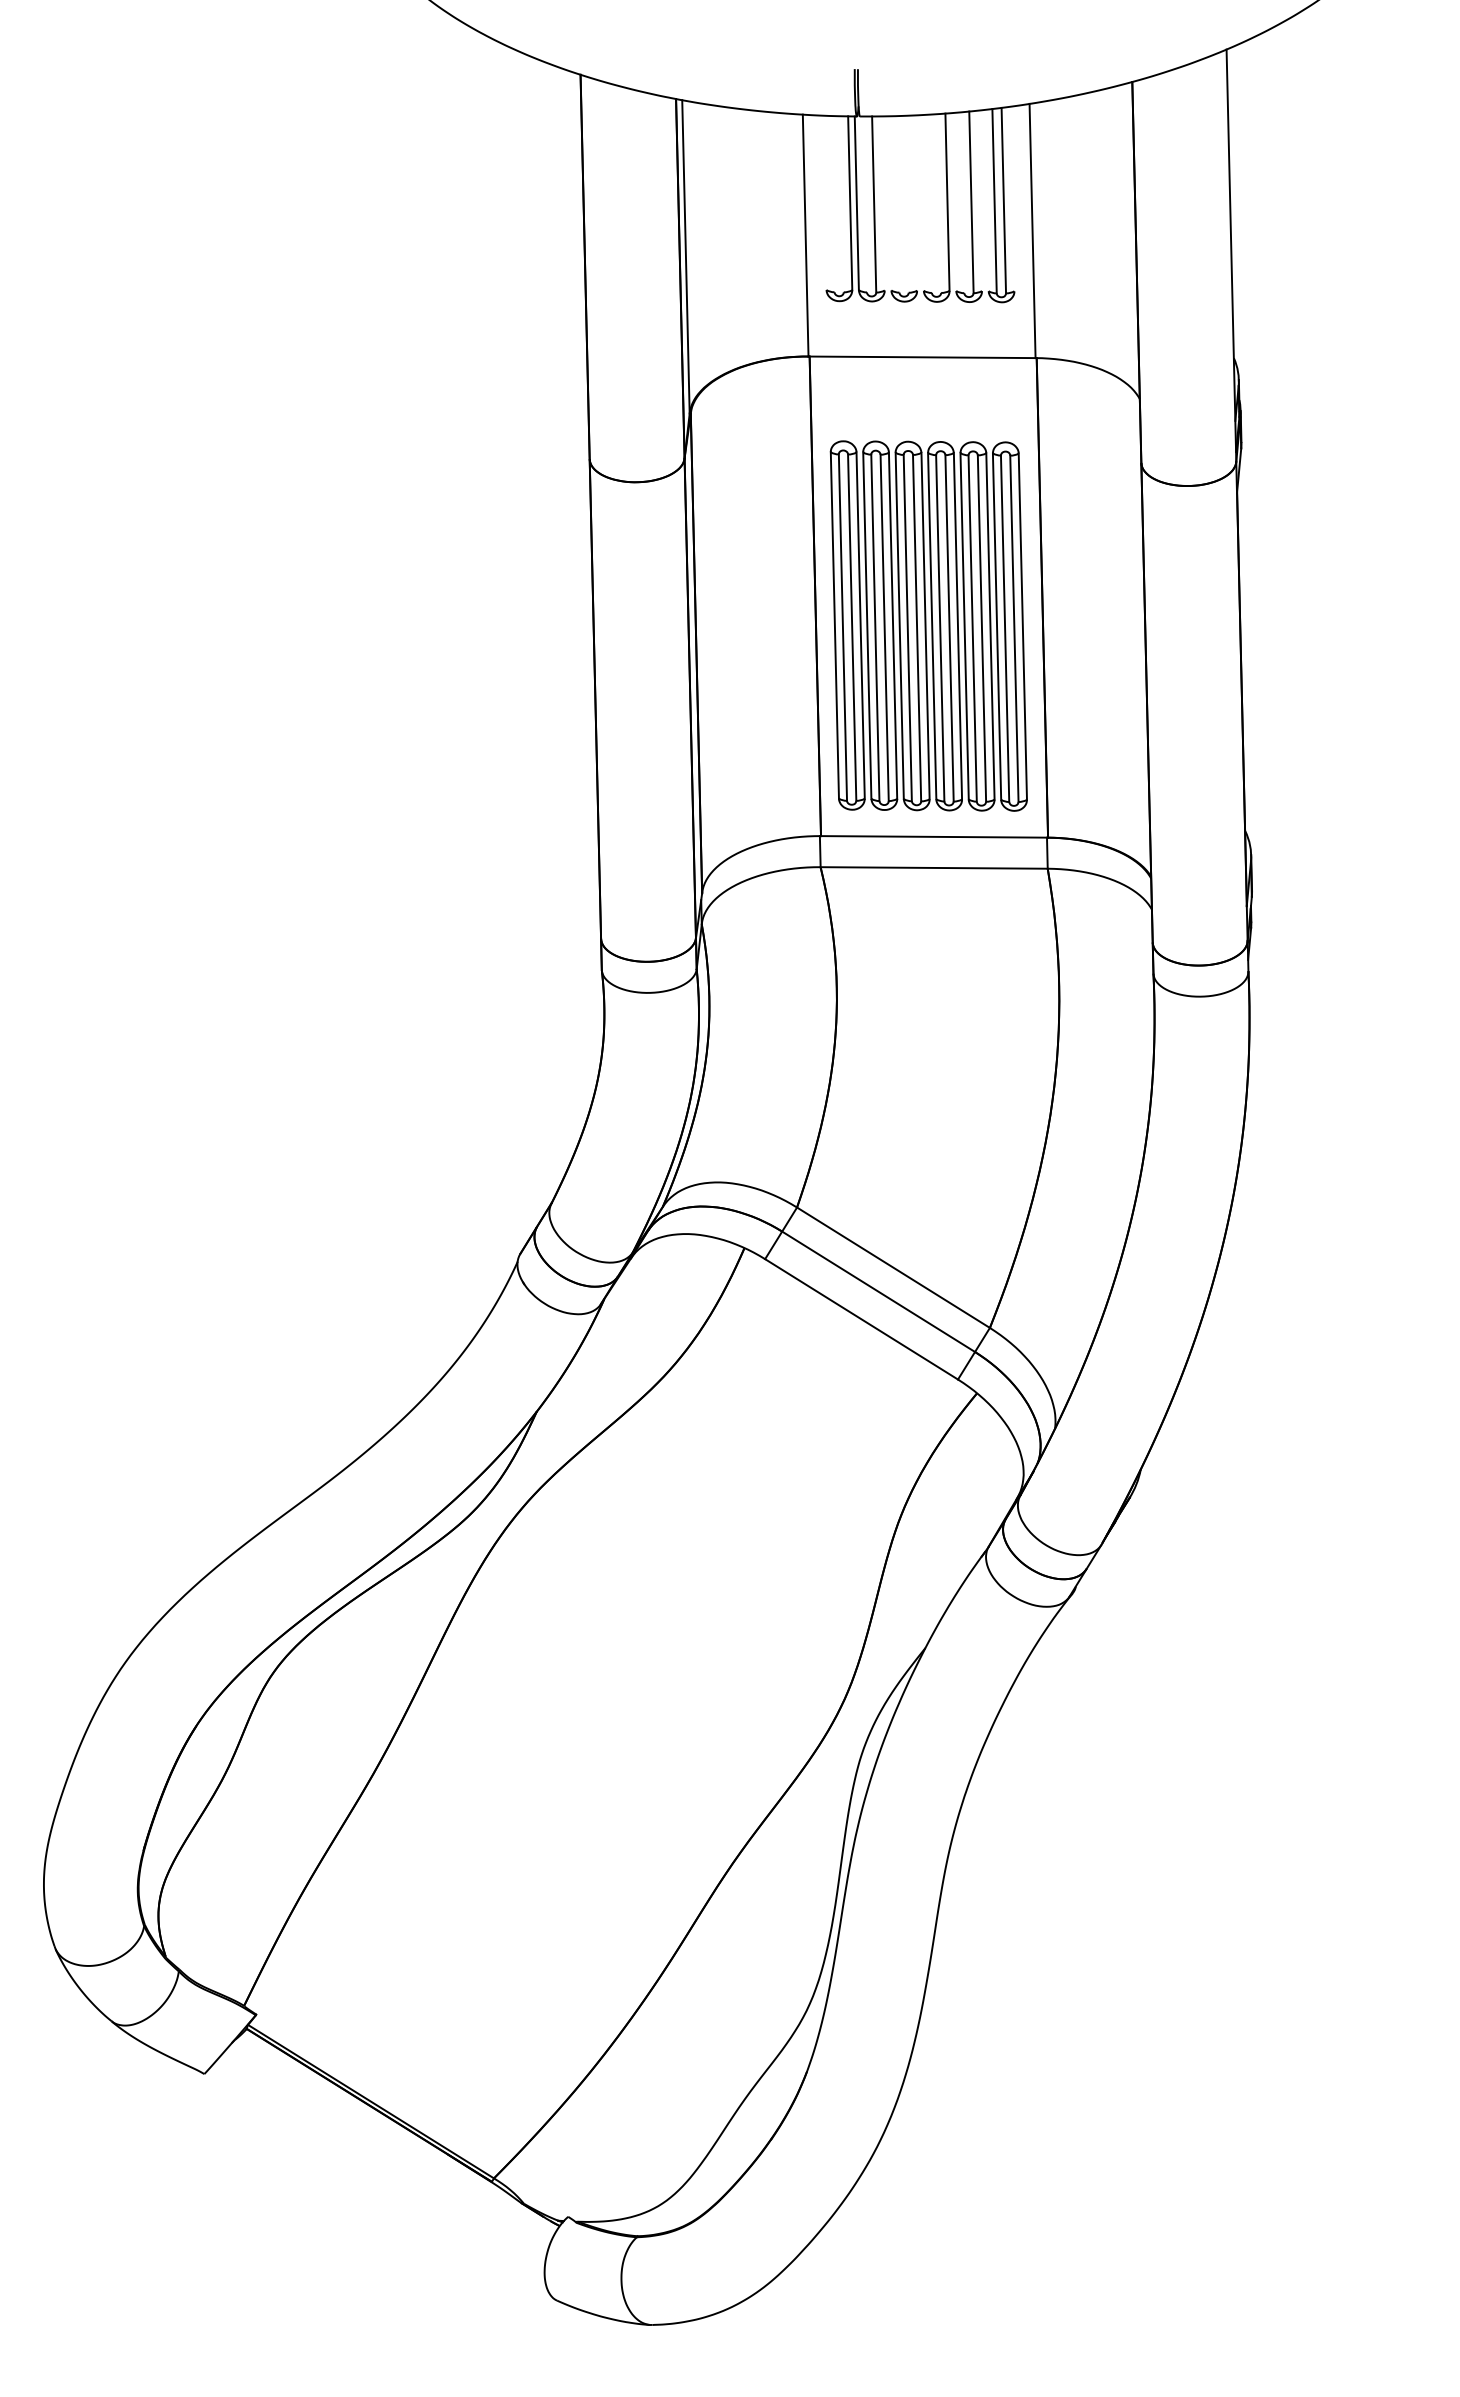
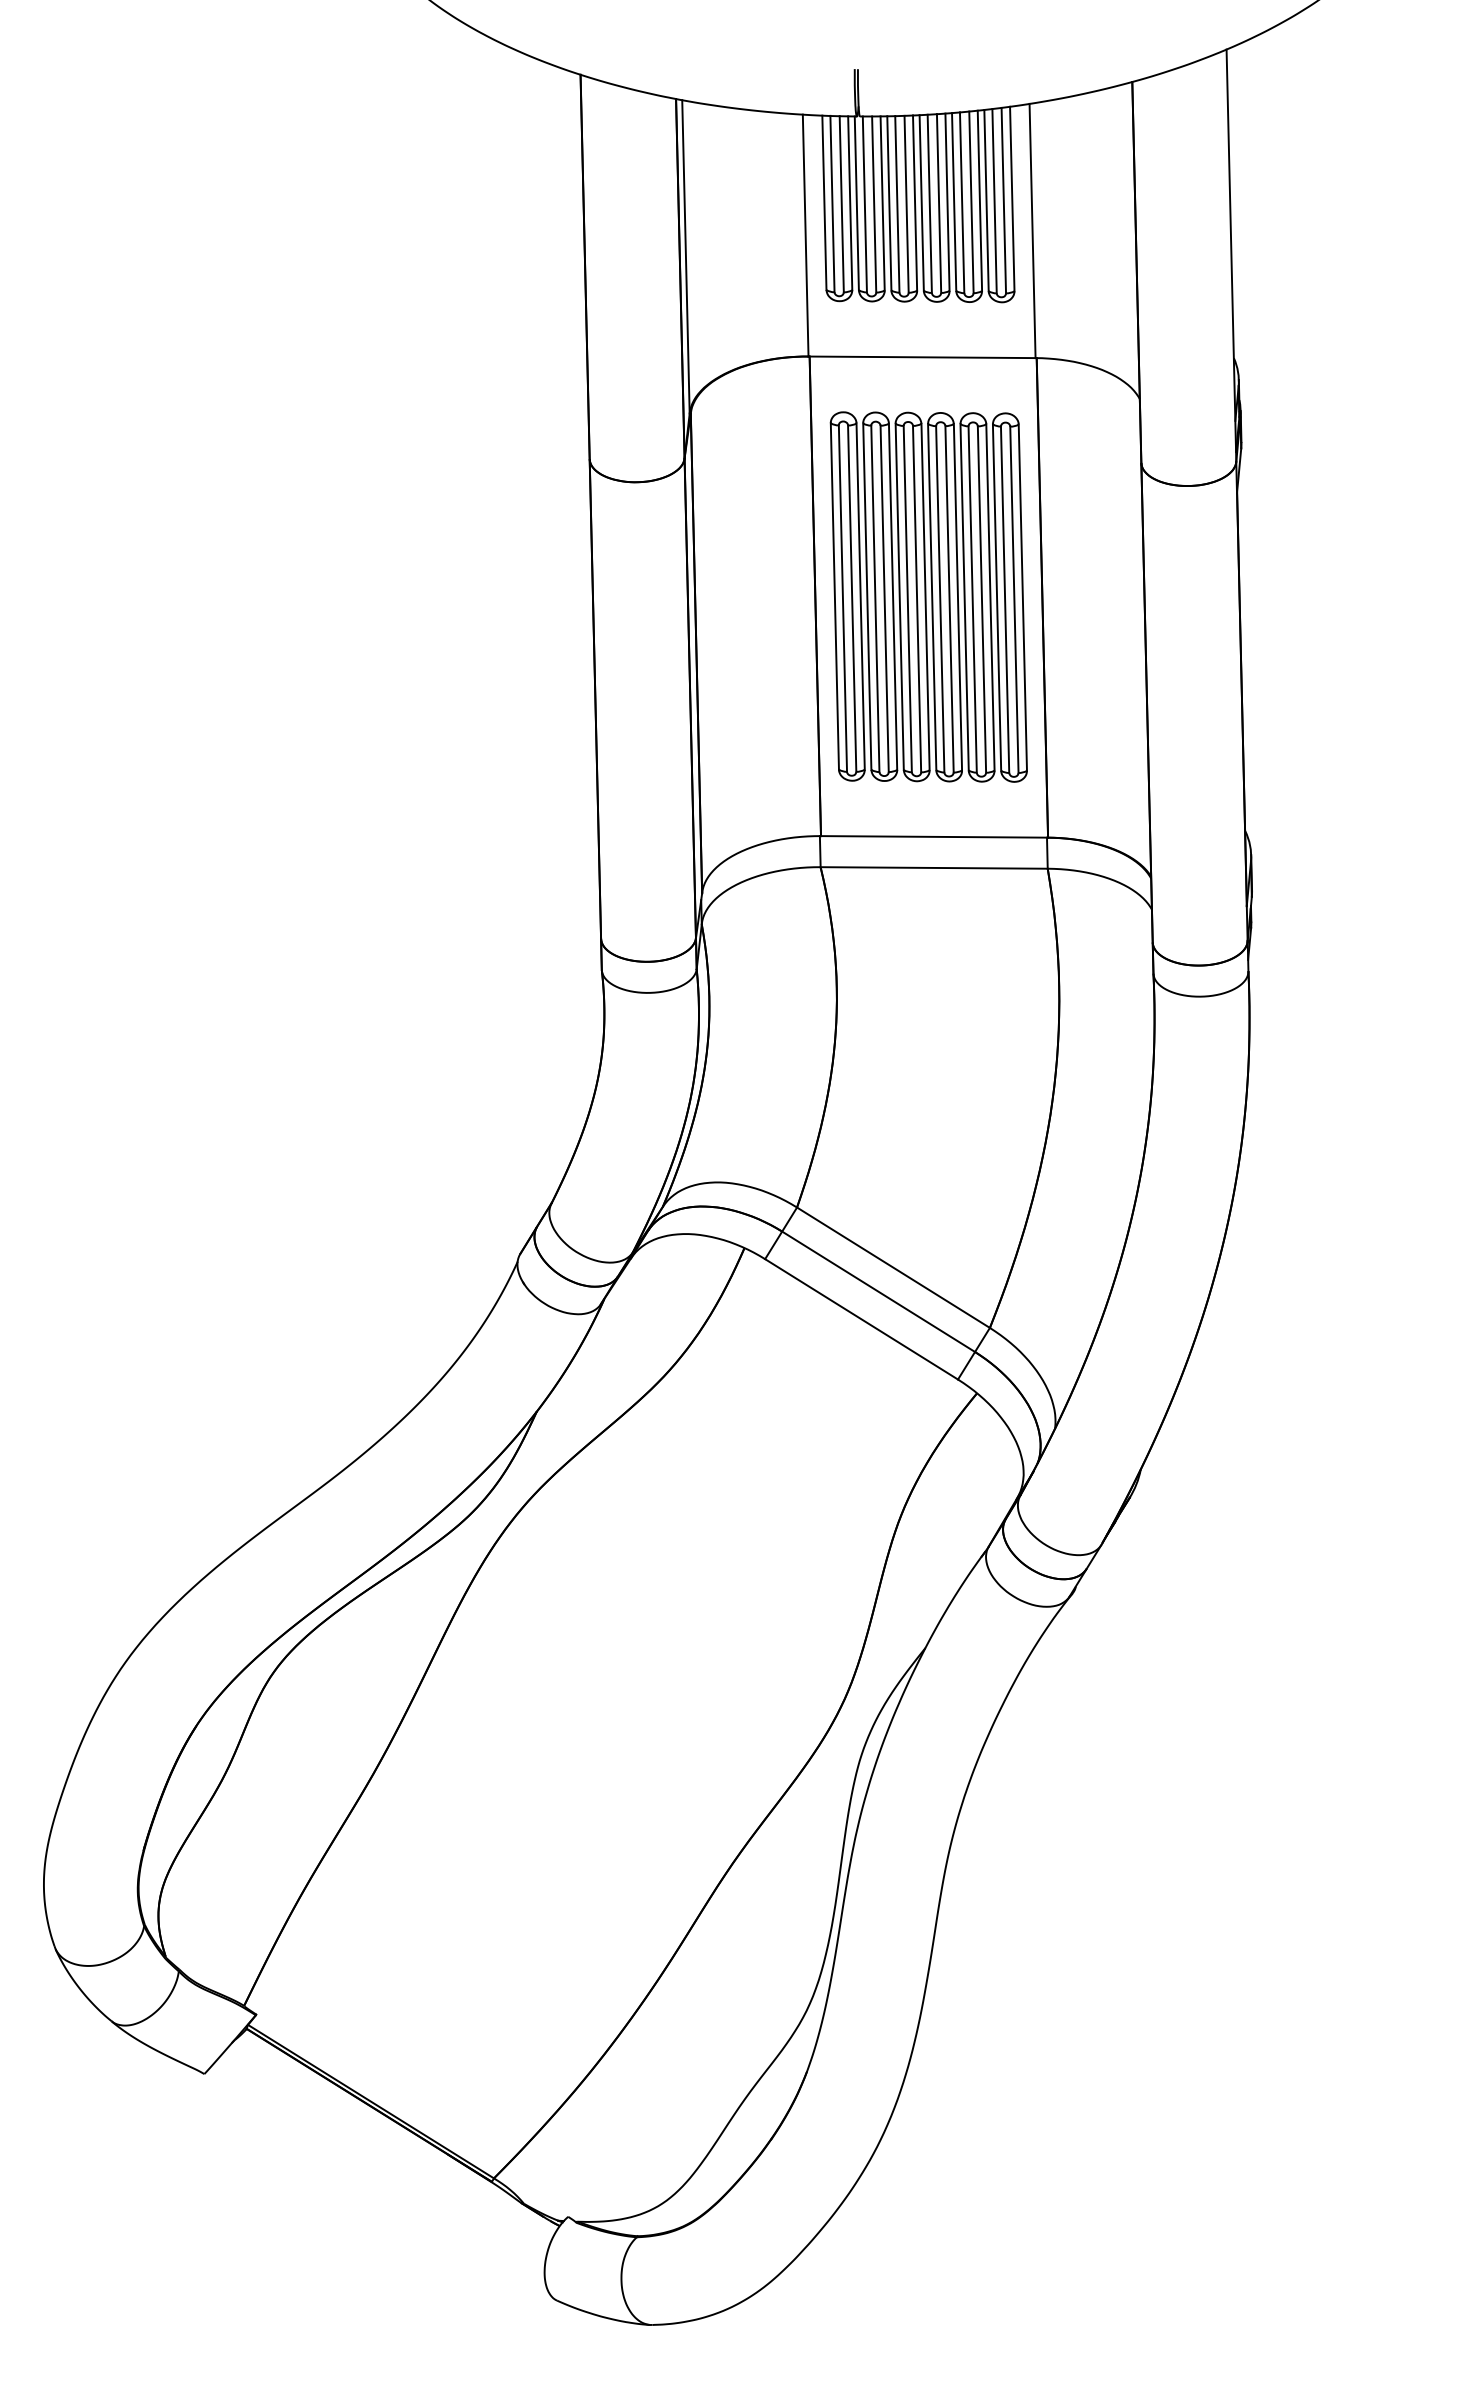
line at (1012, 198): none -> present
line at (979, 200): none -> present
line at (986, 200): none -> present
line at (954, 201): none -> present
line at (824, 202): none -> present
line at (915, 202): none -> present
line at (921, 202): none -> present
line at (961, 202): none -> present
line at (832, 203): none -> present
line at (882, 203): none -> present
line at (889, 203): none -> present
line at (906, 203): none -> present
line at (929, 203): none -> present
line at (938, 203): none -> present
line at (841, 204): none -> present
line at (864, 204): none -> present
line at (897, 204): none -> present
part at (928, 625) position: (928, 625) -> (928, 596)
